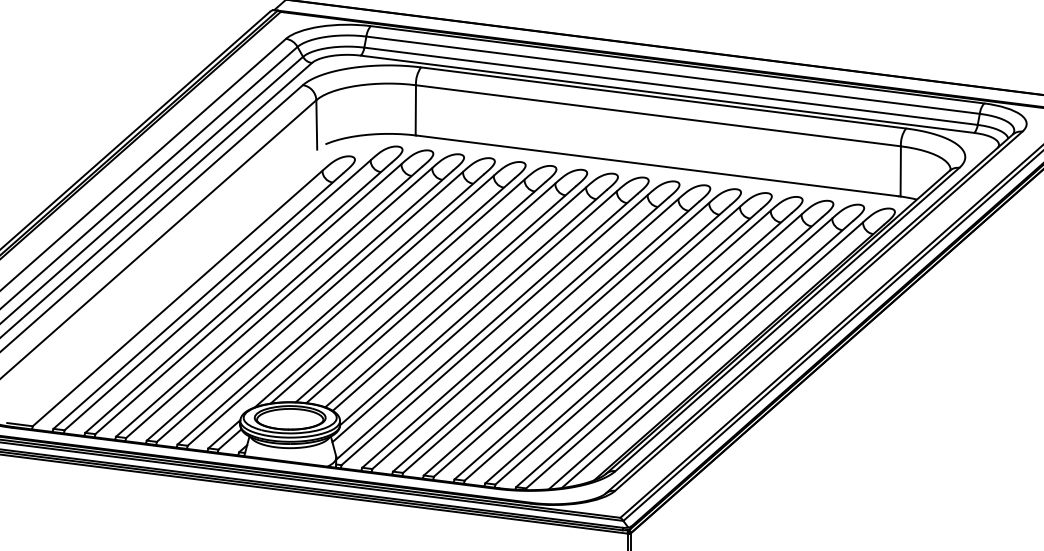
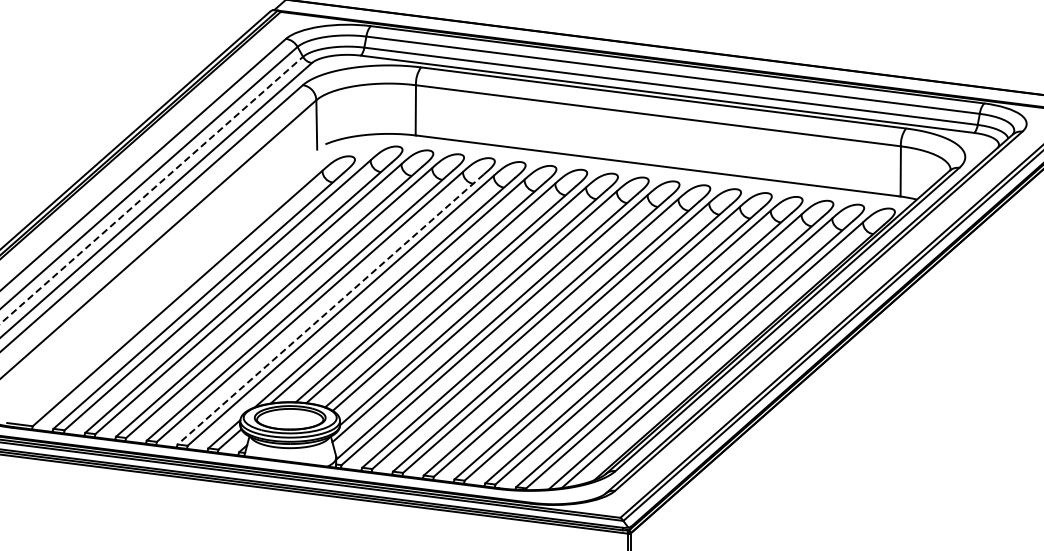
line at (151, 190): solid -> dashed
line at (330, 309): solid -> dashed
